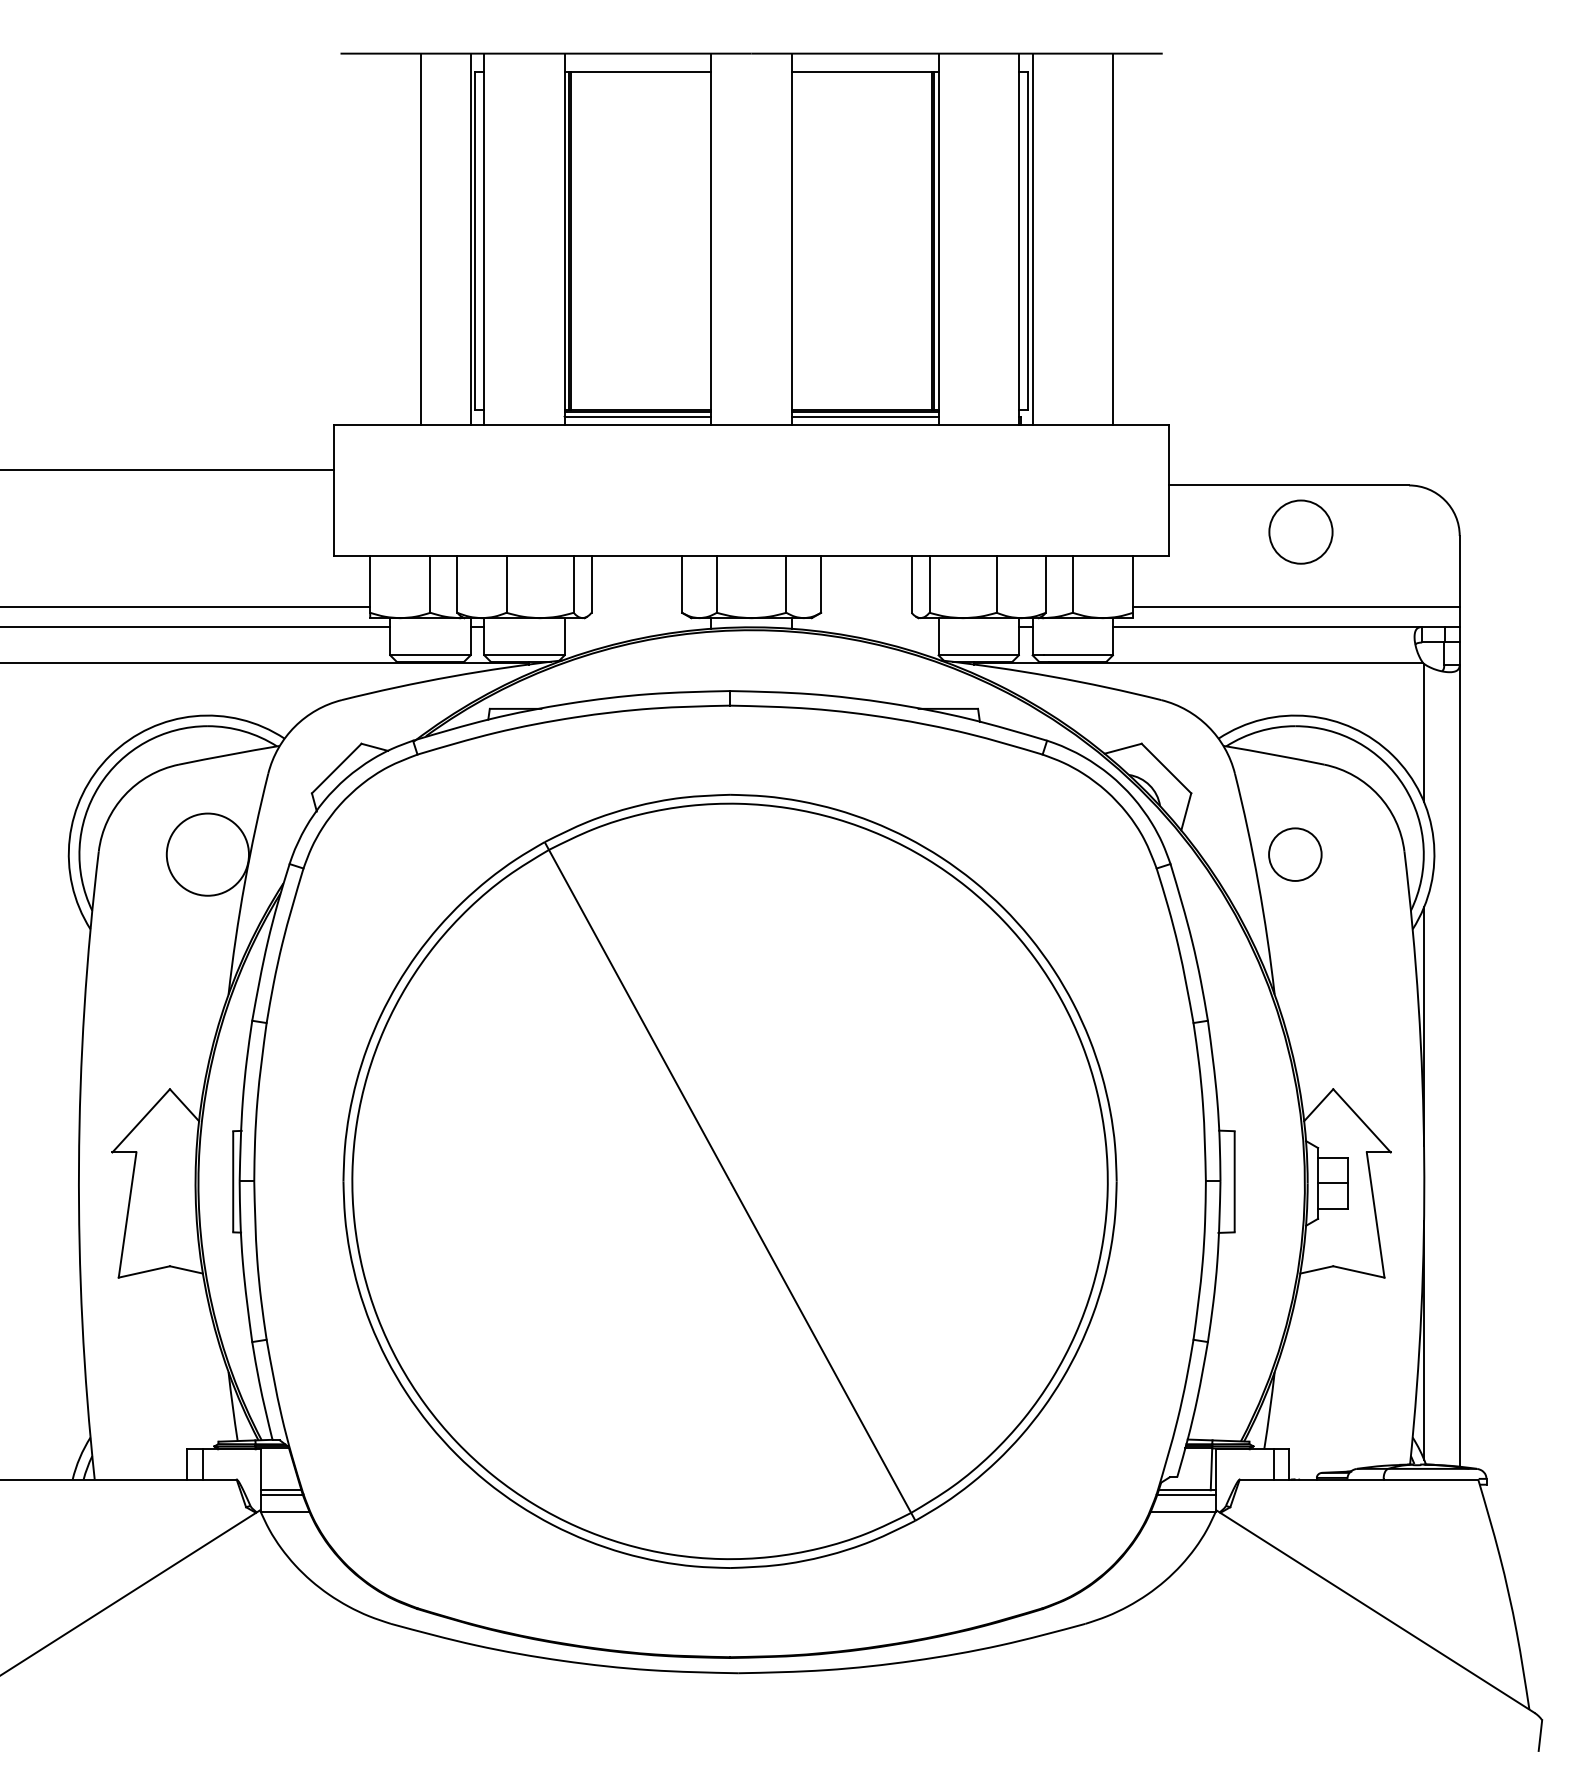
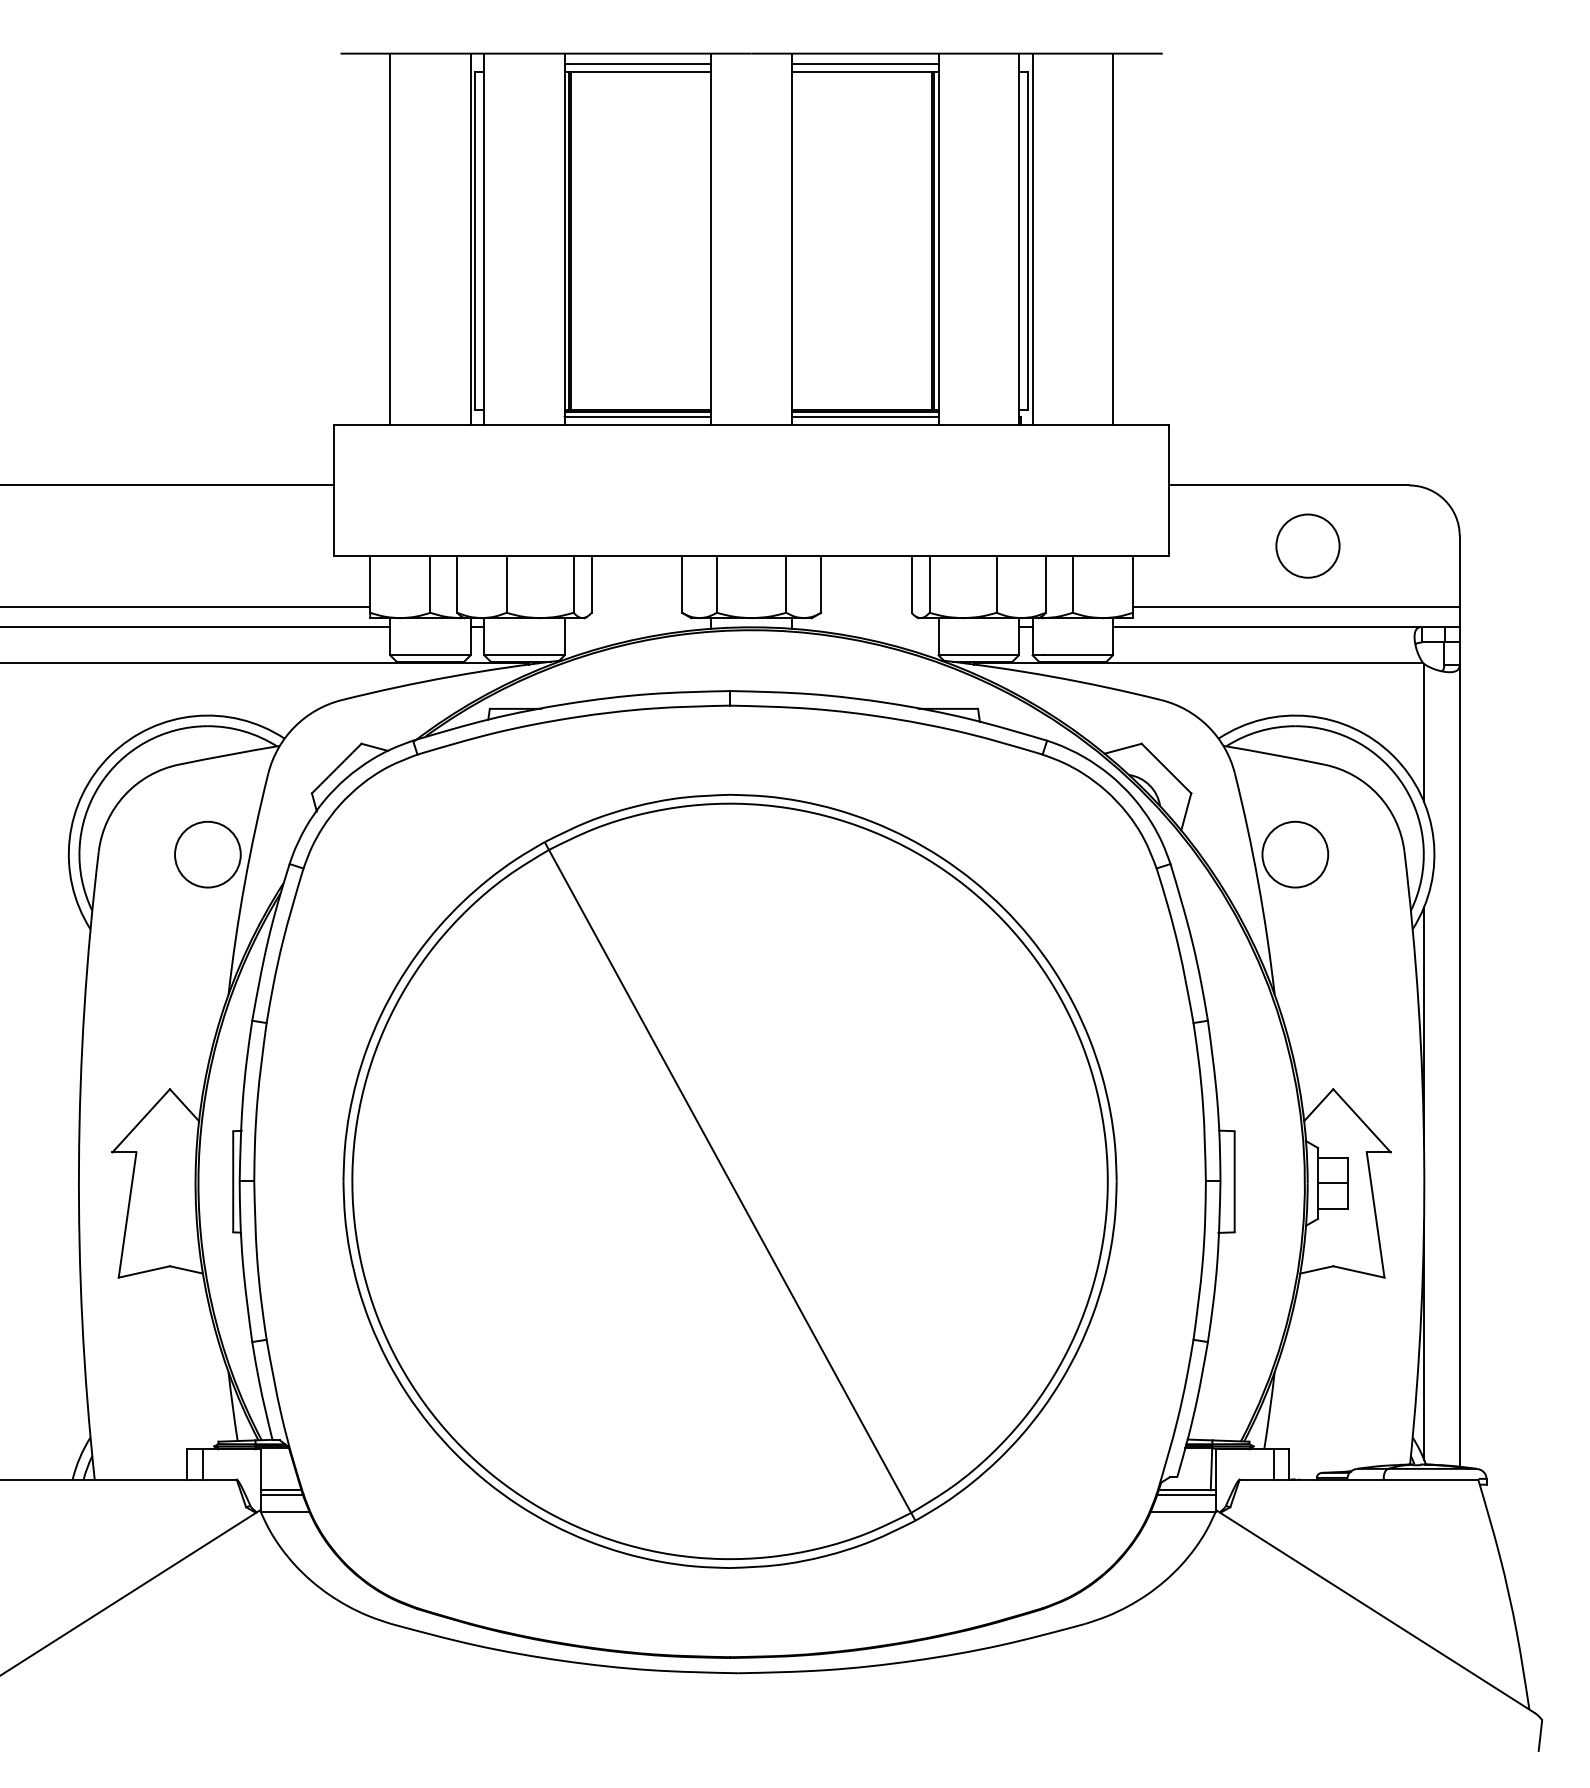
line at (637, 63): none -> present
line at (864, 63): none -> present
line at (421, 238) position: (421, 238) -> (390, 238)
line at (168, 470) position: (168, 470) -> (168, 485)
circle at (1300, 531) position: (1300, 531) -> (1307, 545)
circle at (207, 854) diameter: 82 px -> 66 px
circle at (1295, 854) diameter: 53 px -> 66 px
